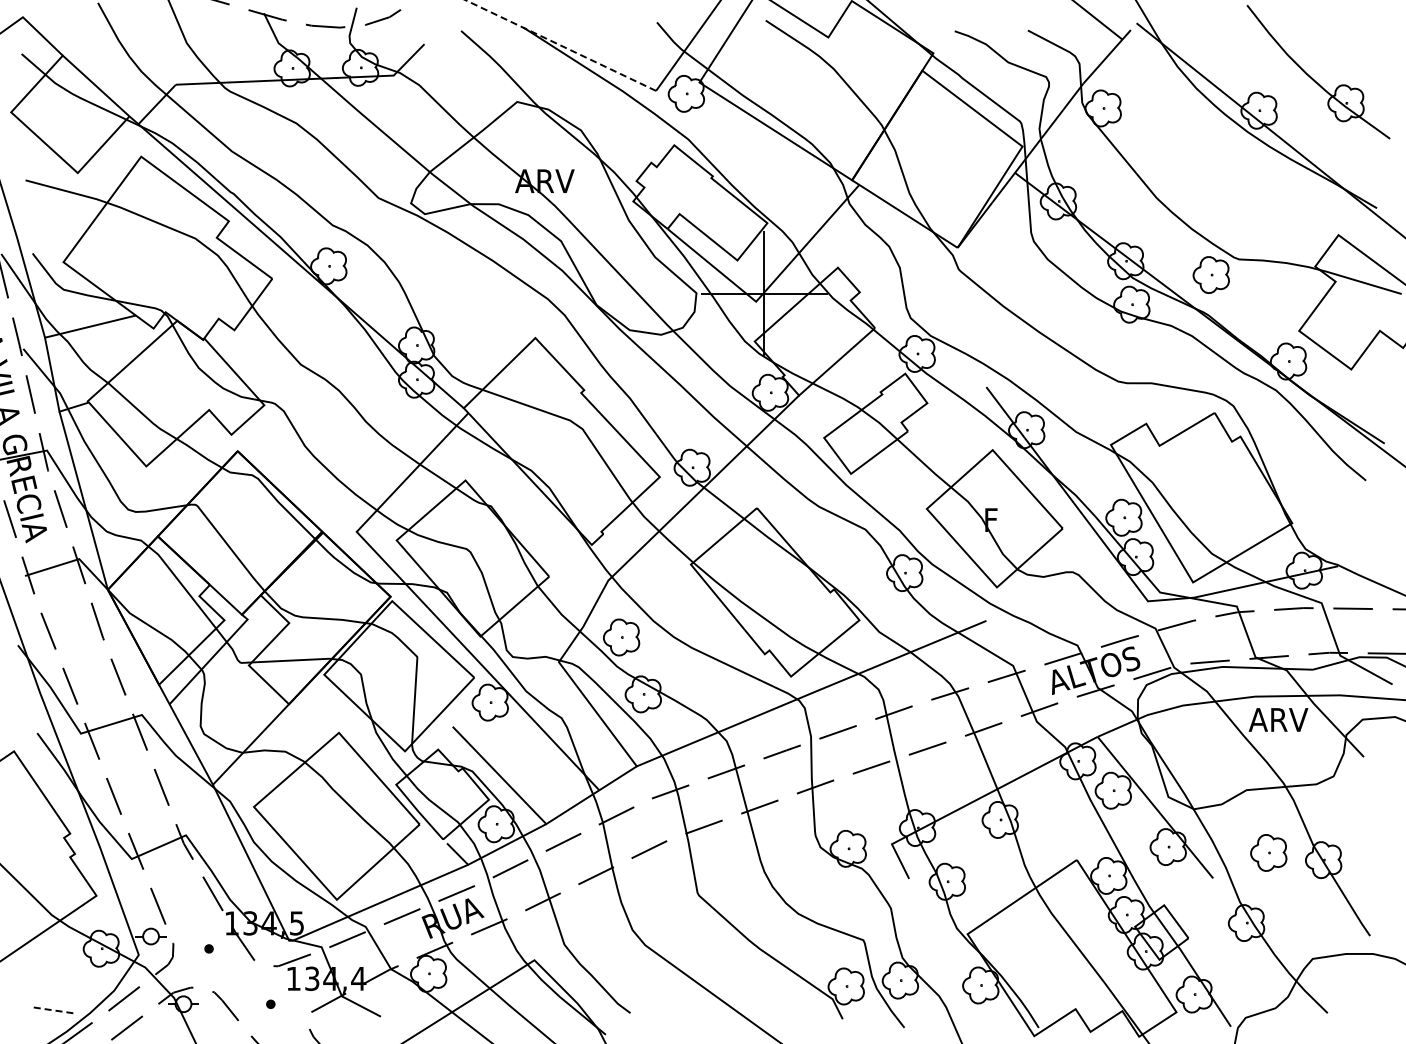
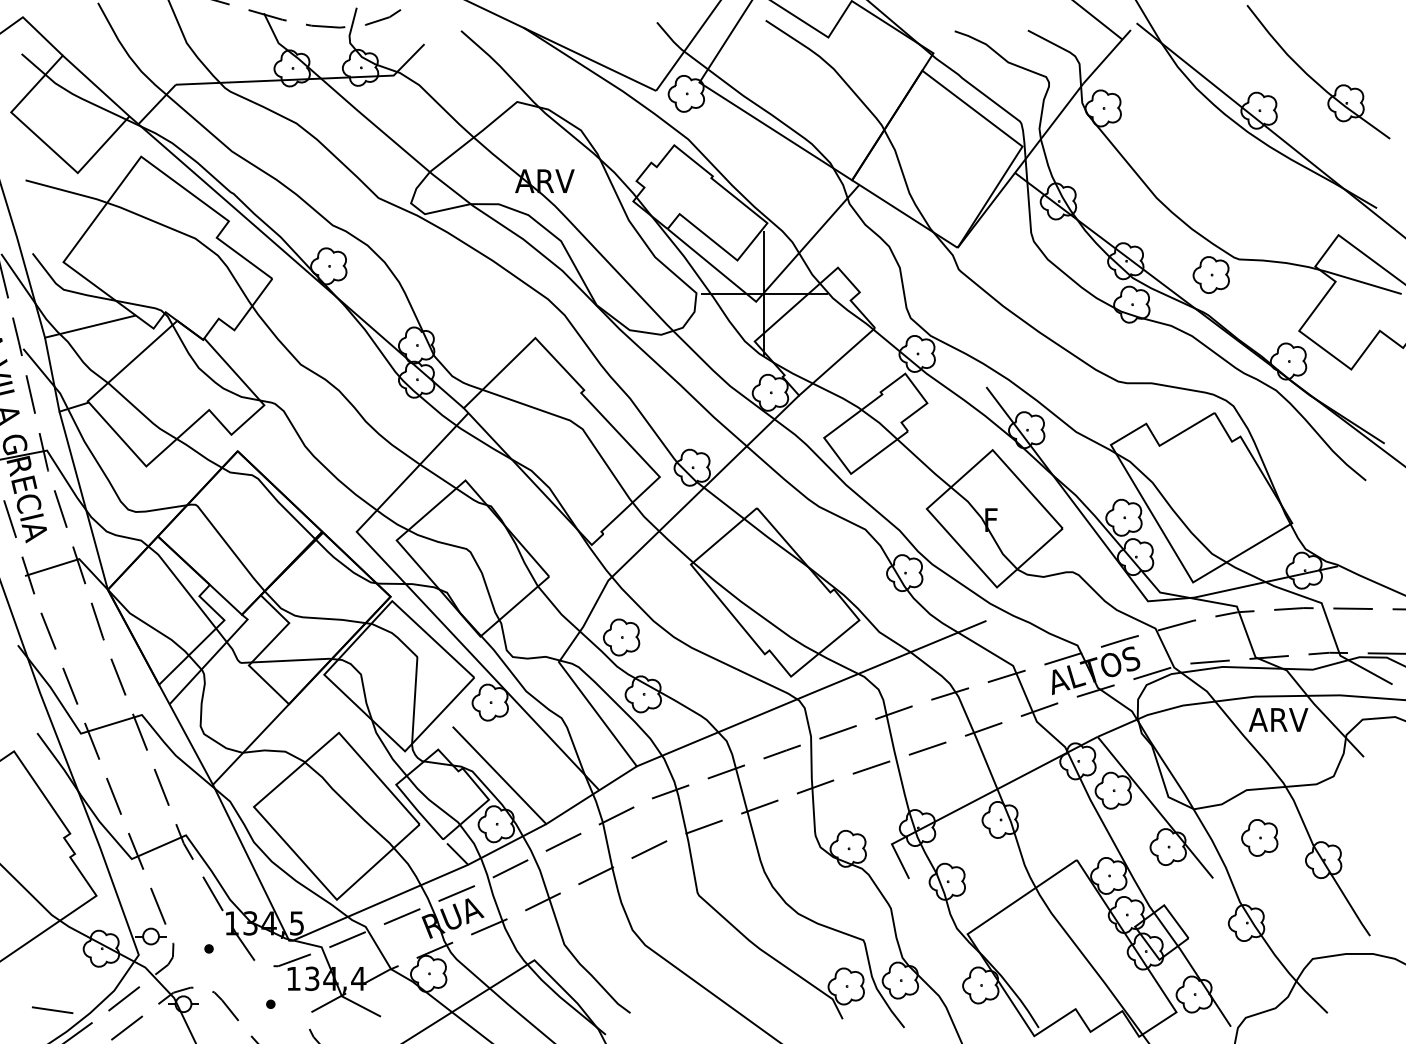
line at (560, 45): dashed -> solid
part at (1268, 852) position: (1268, 852) -> (1259, 837)
line at (52, 1010): dashed -> solid
